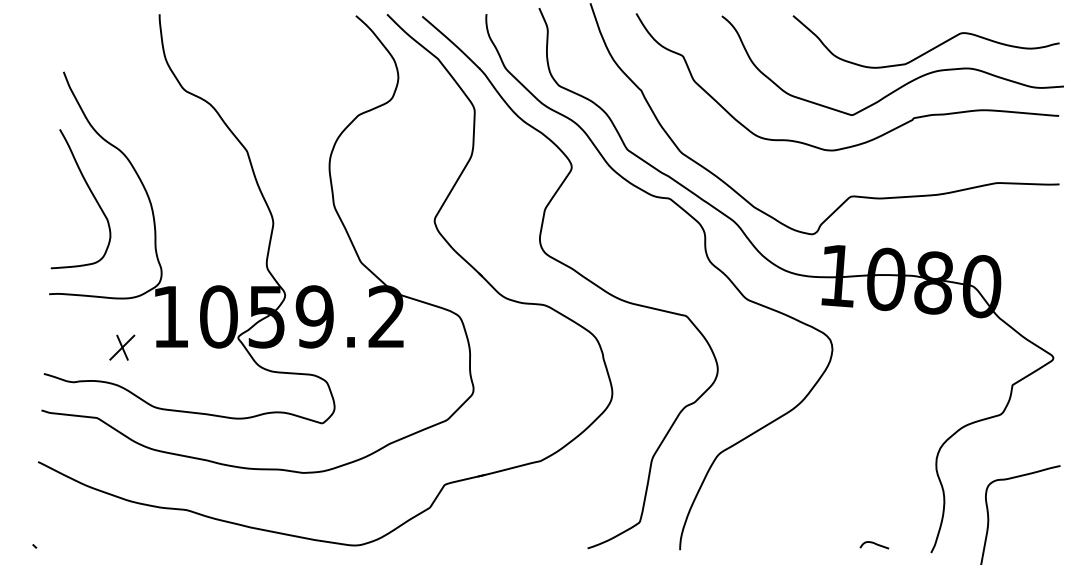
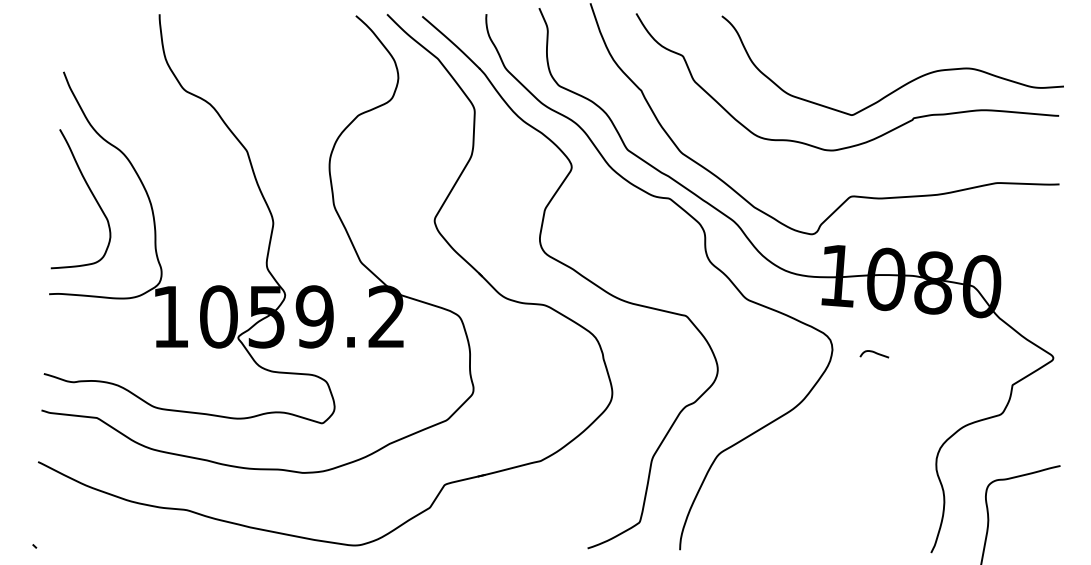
curve at (929, 49): present -> none
part at (122, 347): present -> none
curve at (874, 544) position: (874, 544) -> (874, 353)
